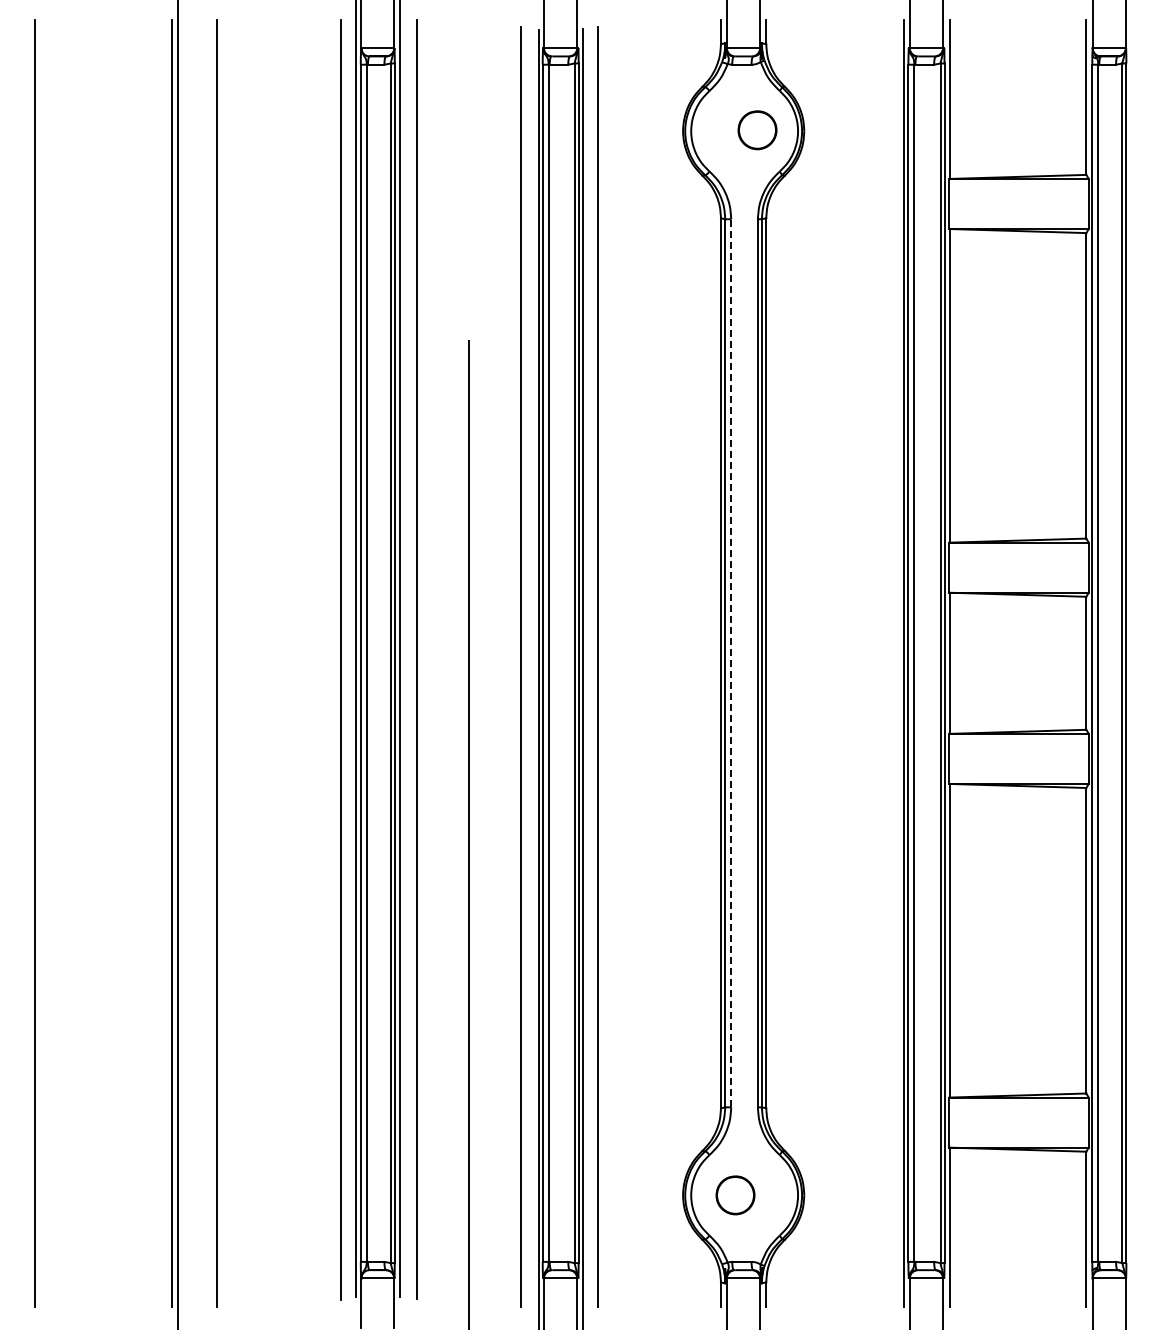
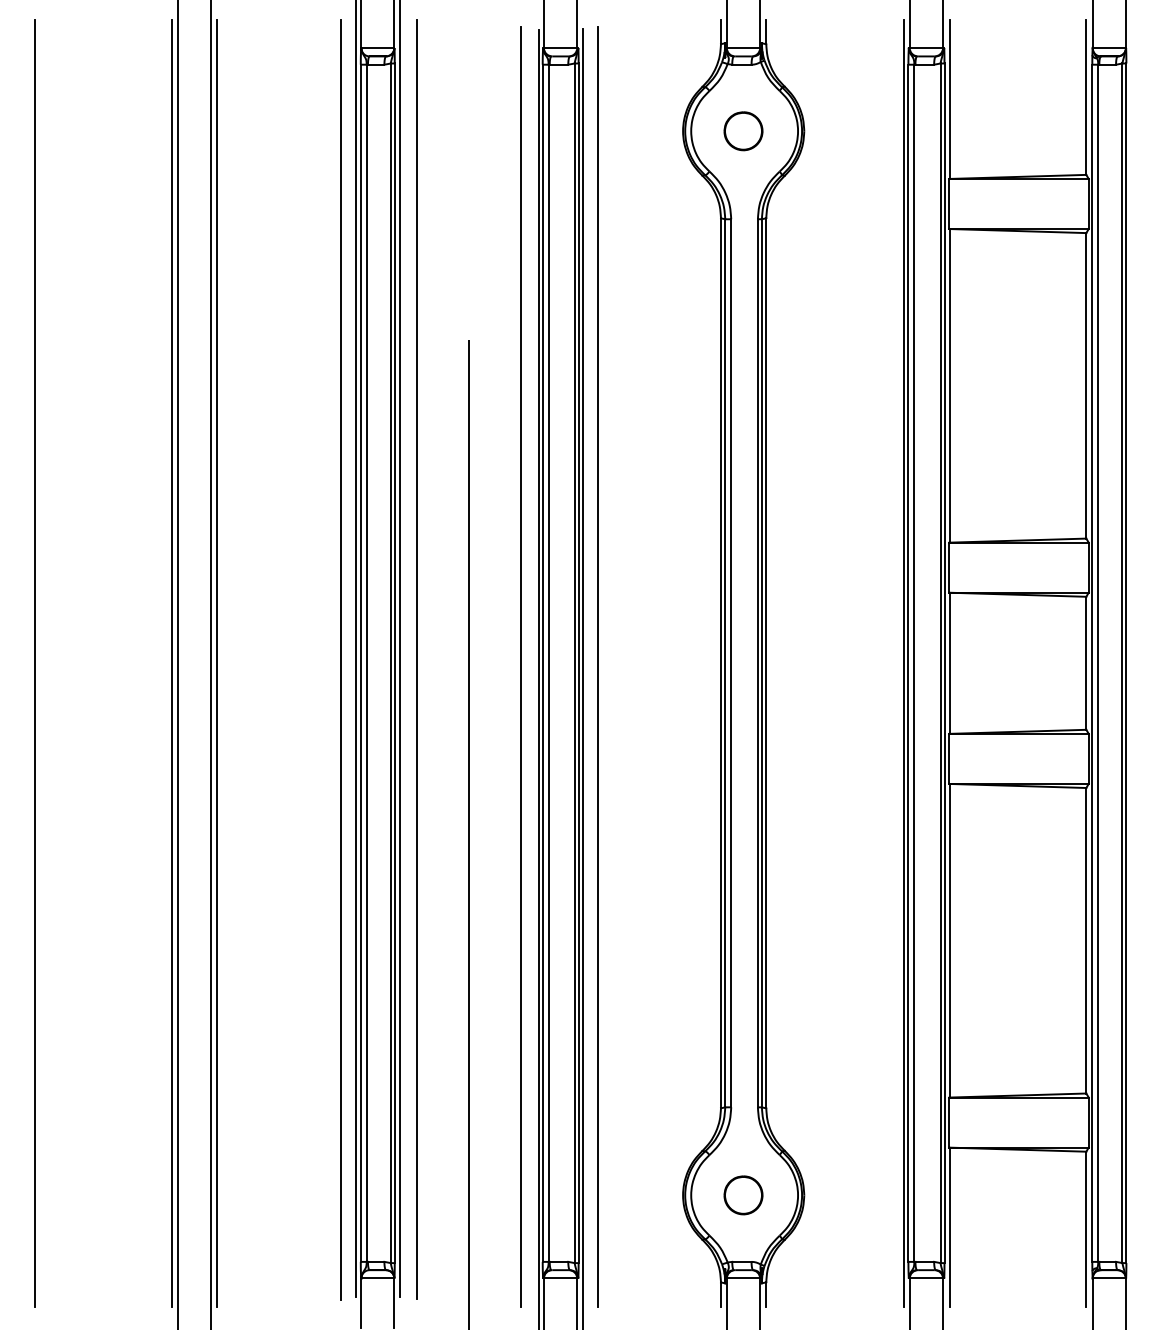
part at (757, 130) position: (757, 130) -> (743, 131)
line at (731, 662): dashed -> solid
line at (211, 664): none -> present
part at (735, 1195) position: (735, 1195) -> (743, 1195)
